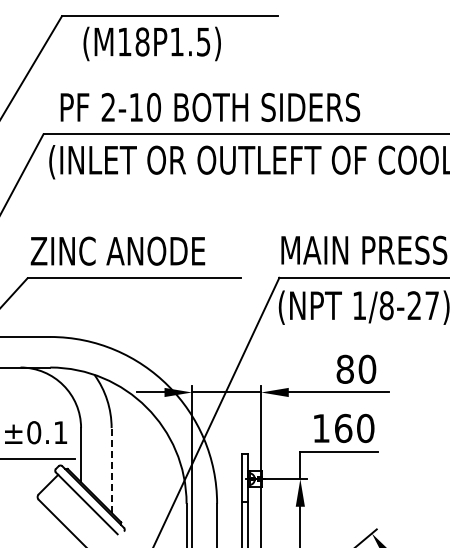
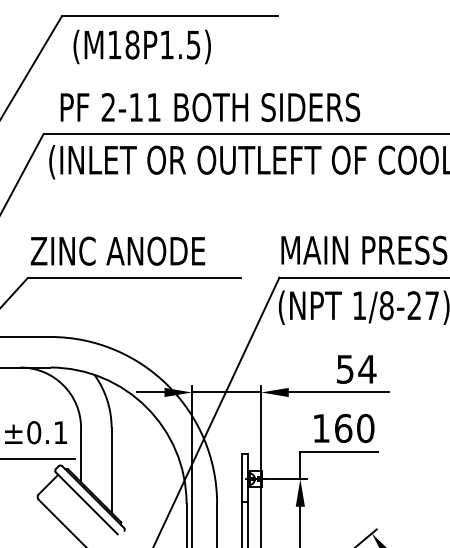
text at (151, 43) position: (151, 43) -> (141, 46)
text at (154, 107): 2-10 -> 2-11
text at (356, 368): 80 -> 54
line at (111, 469): dashed -> solid
